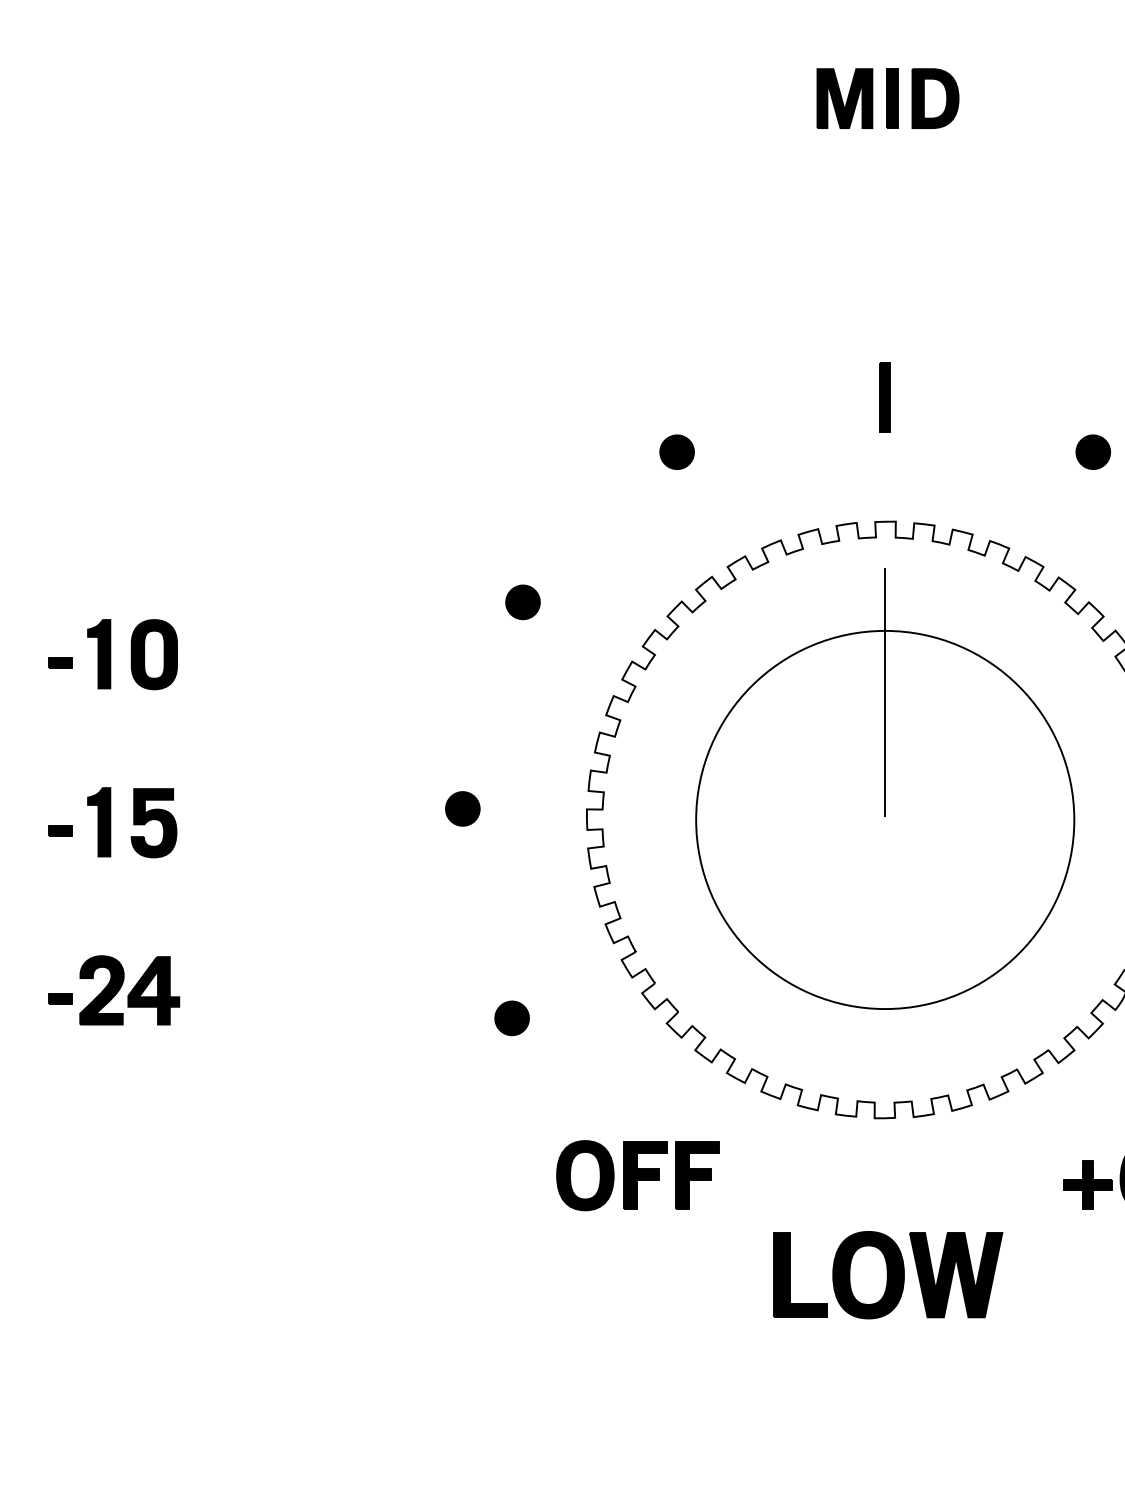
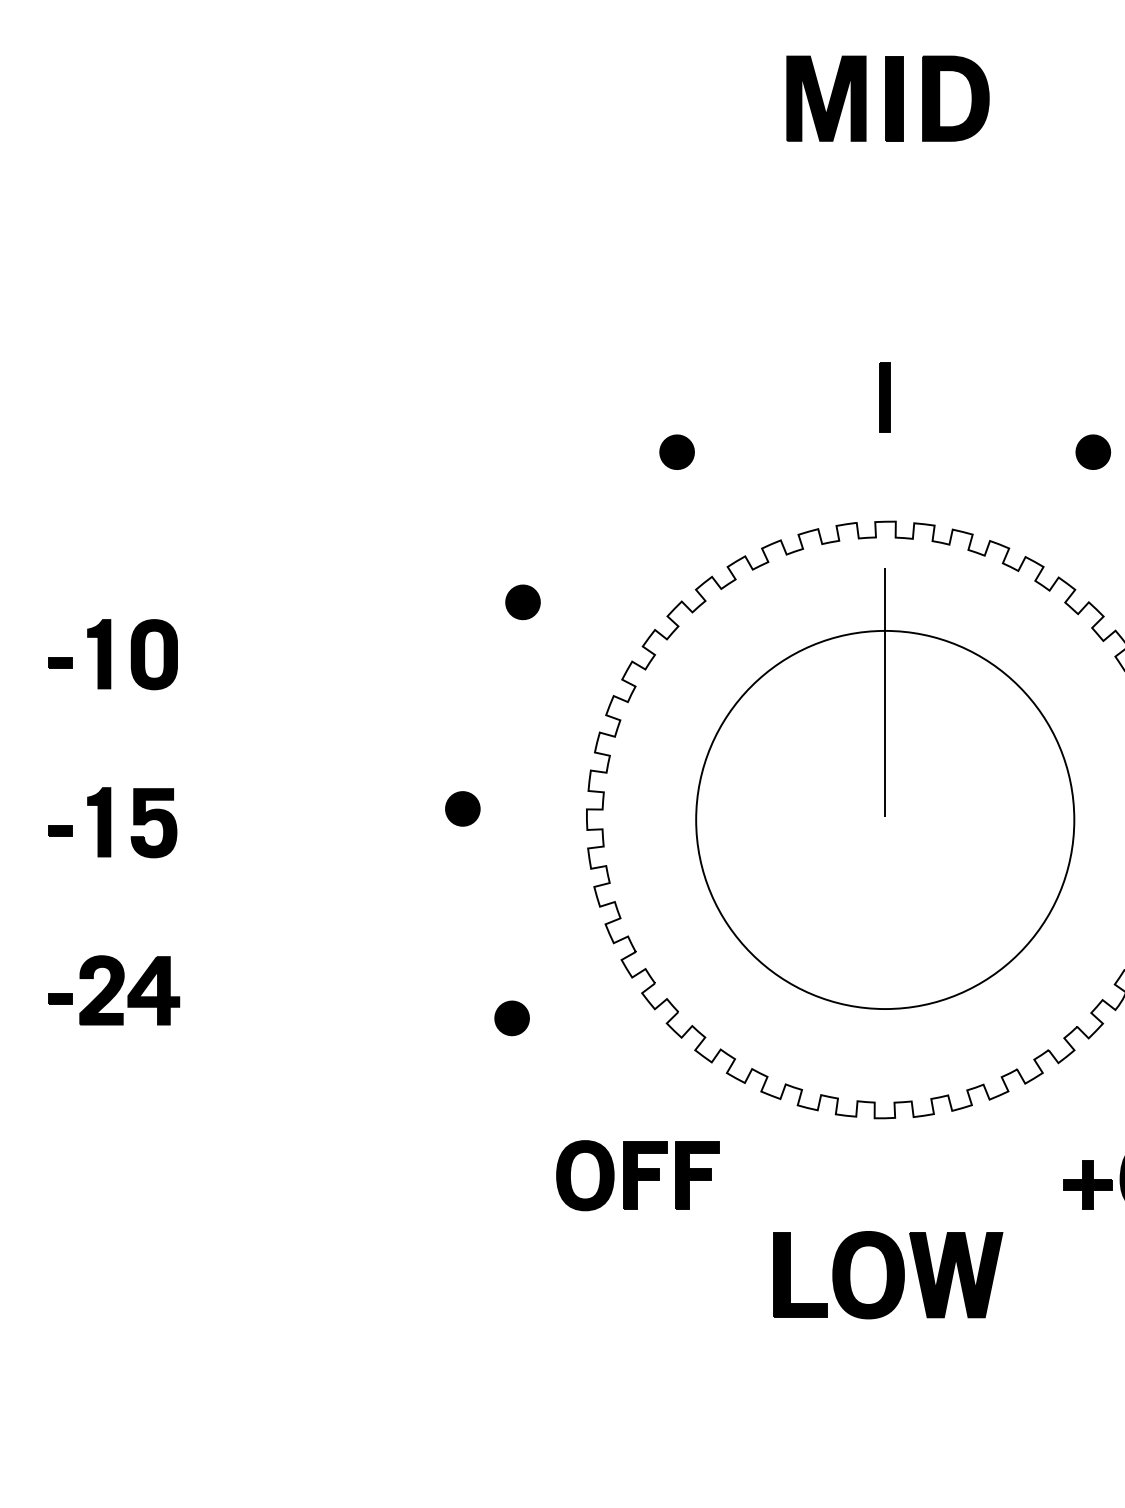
part at (887, 98) size: 144x61 px -> 204x87 px
